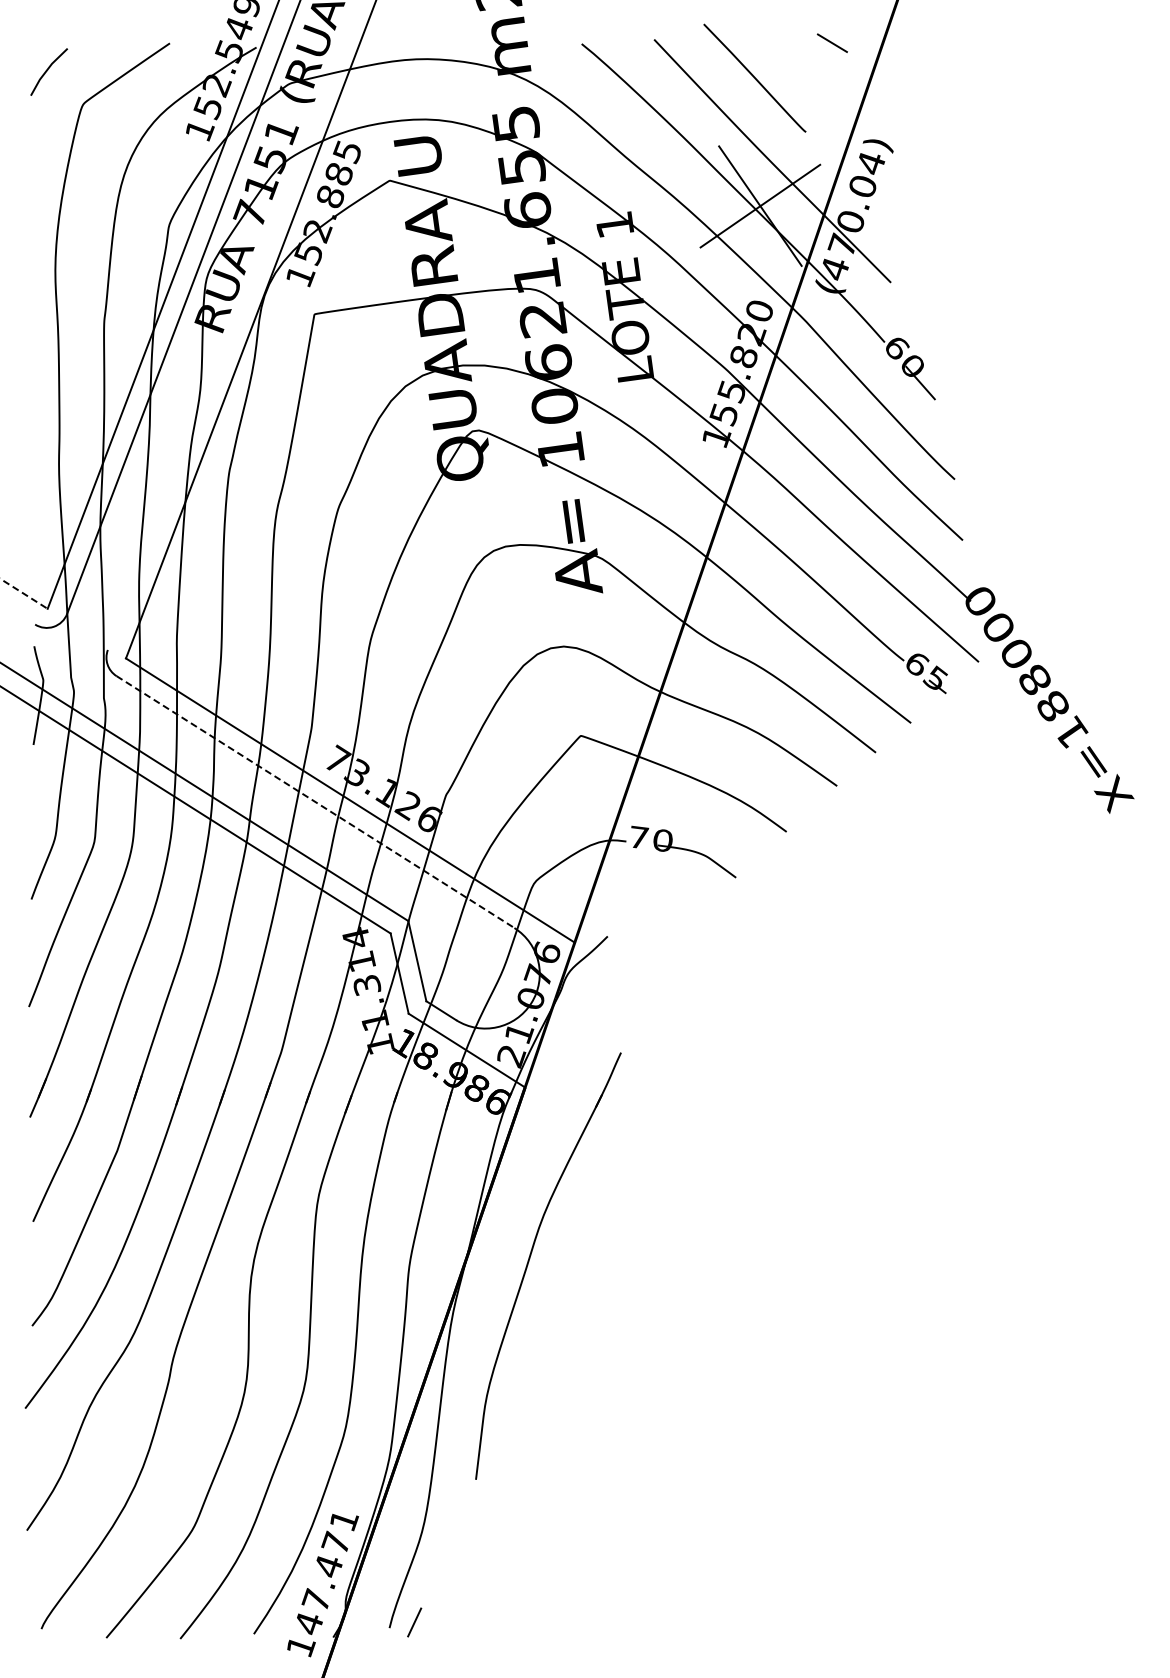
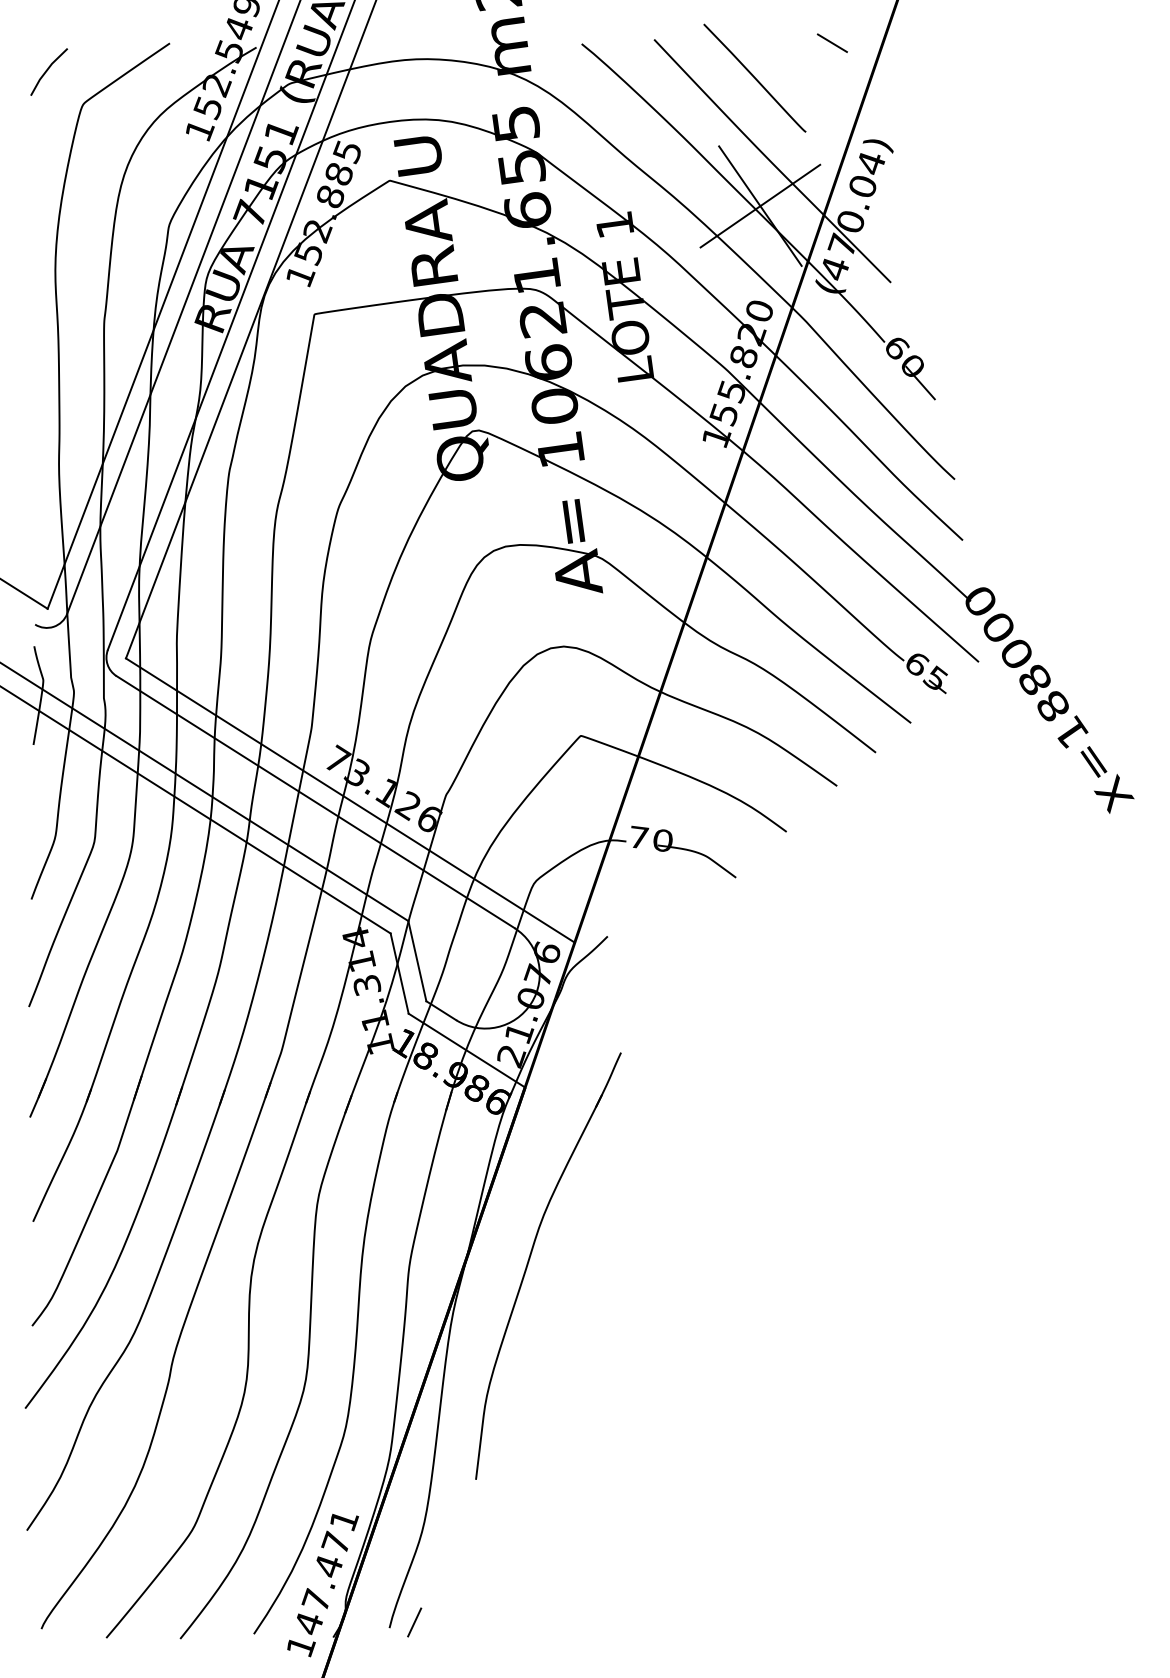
line at (230, 325): none -> present
line at (24, 593): dashed -> solid
line at (315, 802): dashed -> solid
